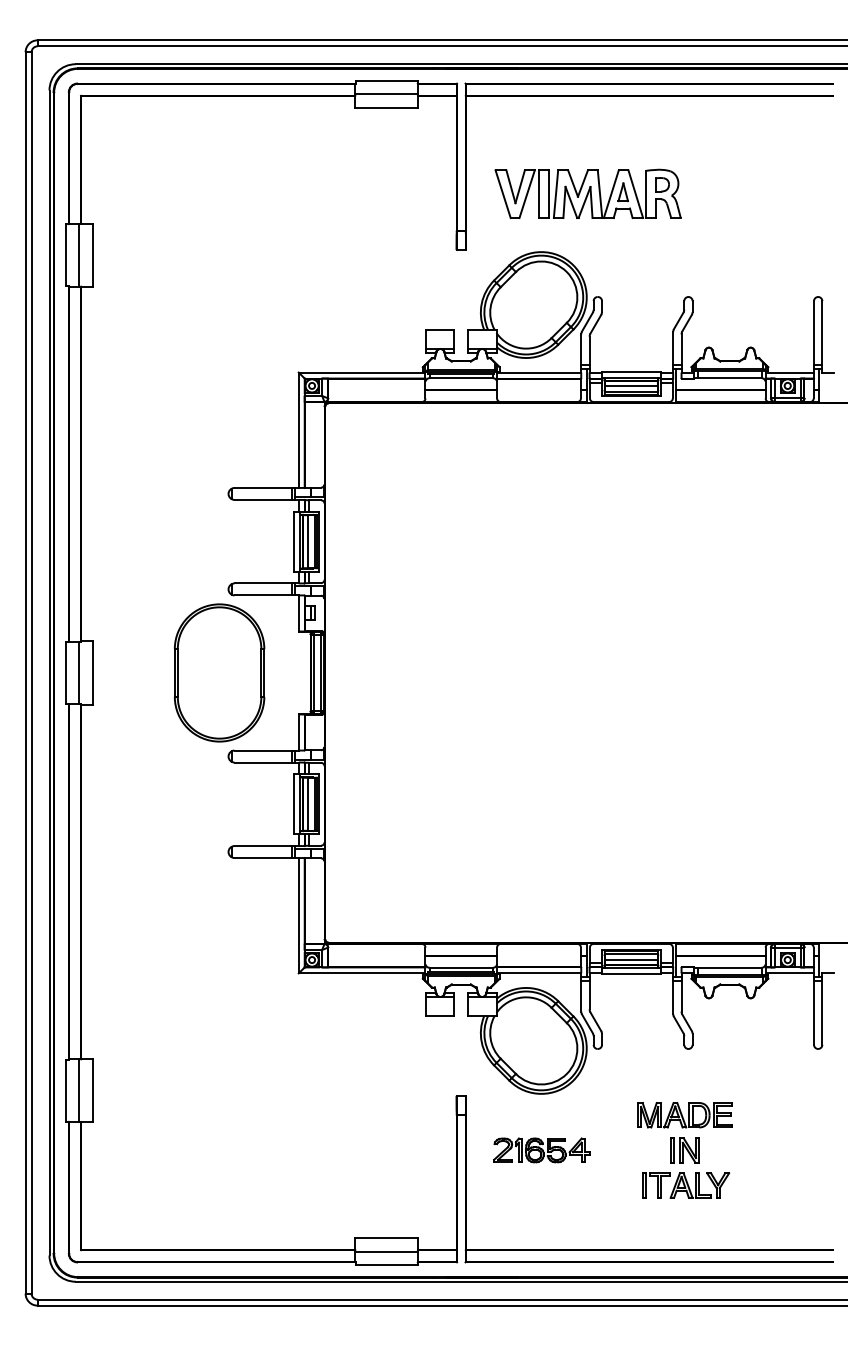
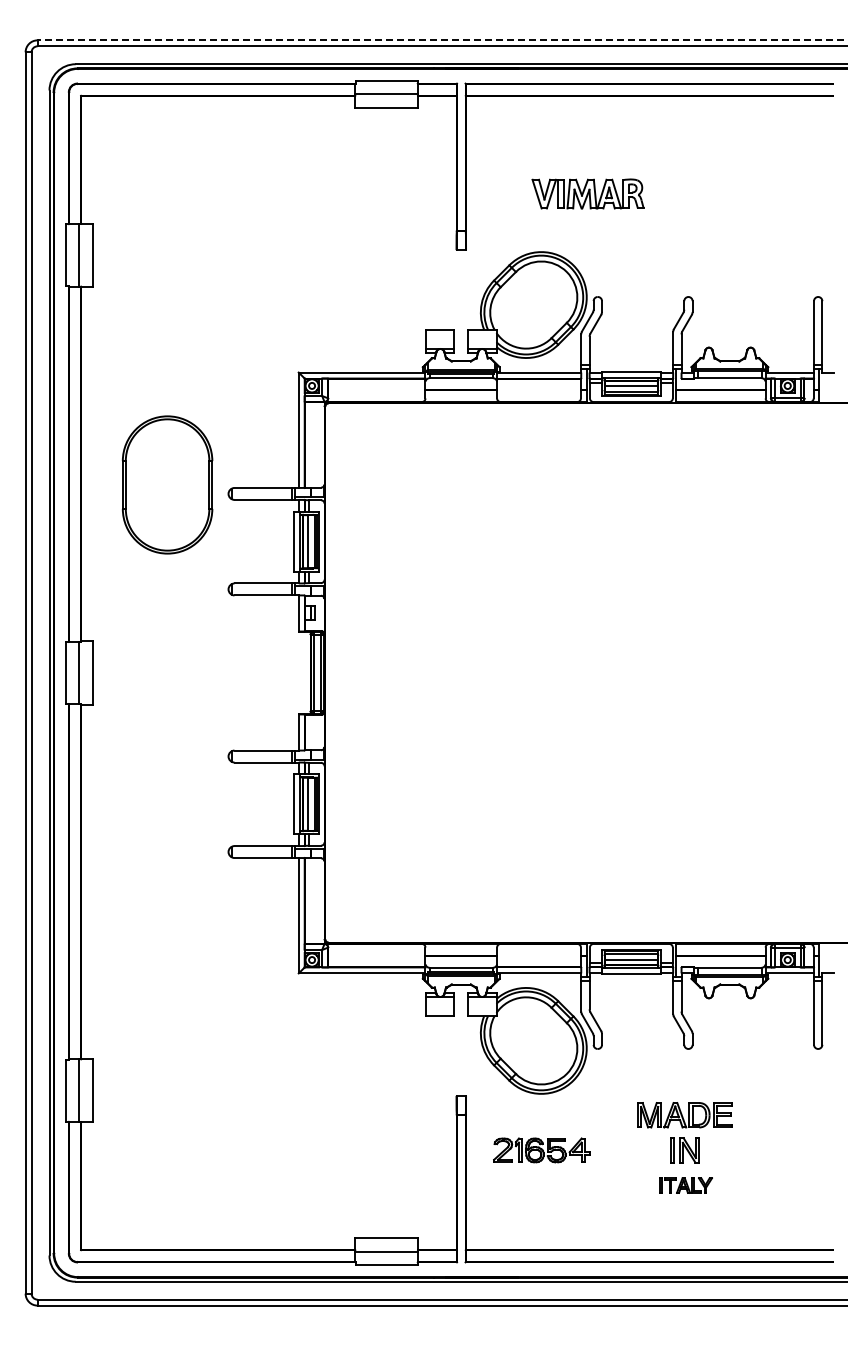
line at (442, 40): solid -> dashed
part at (587, 193) size: 188x52 px -> 114x32 px
part at (219, 672) position: (219, 672) -> (167, 484)
part at (686, 1185) size: 89x27 px -> 54x17 px
